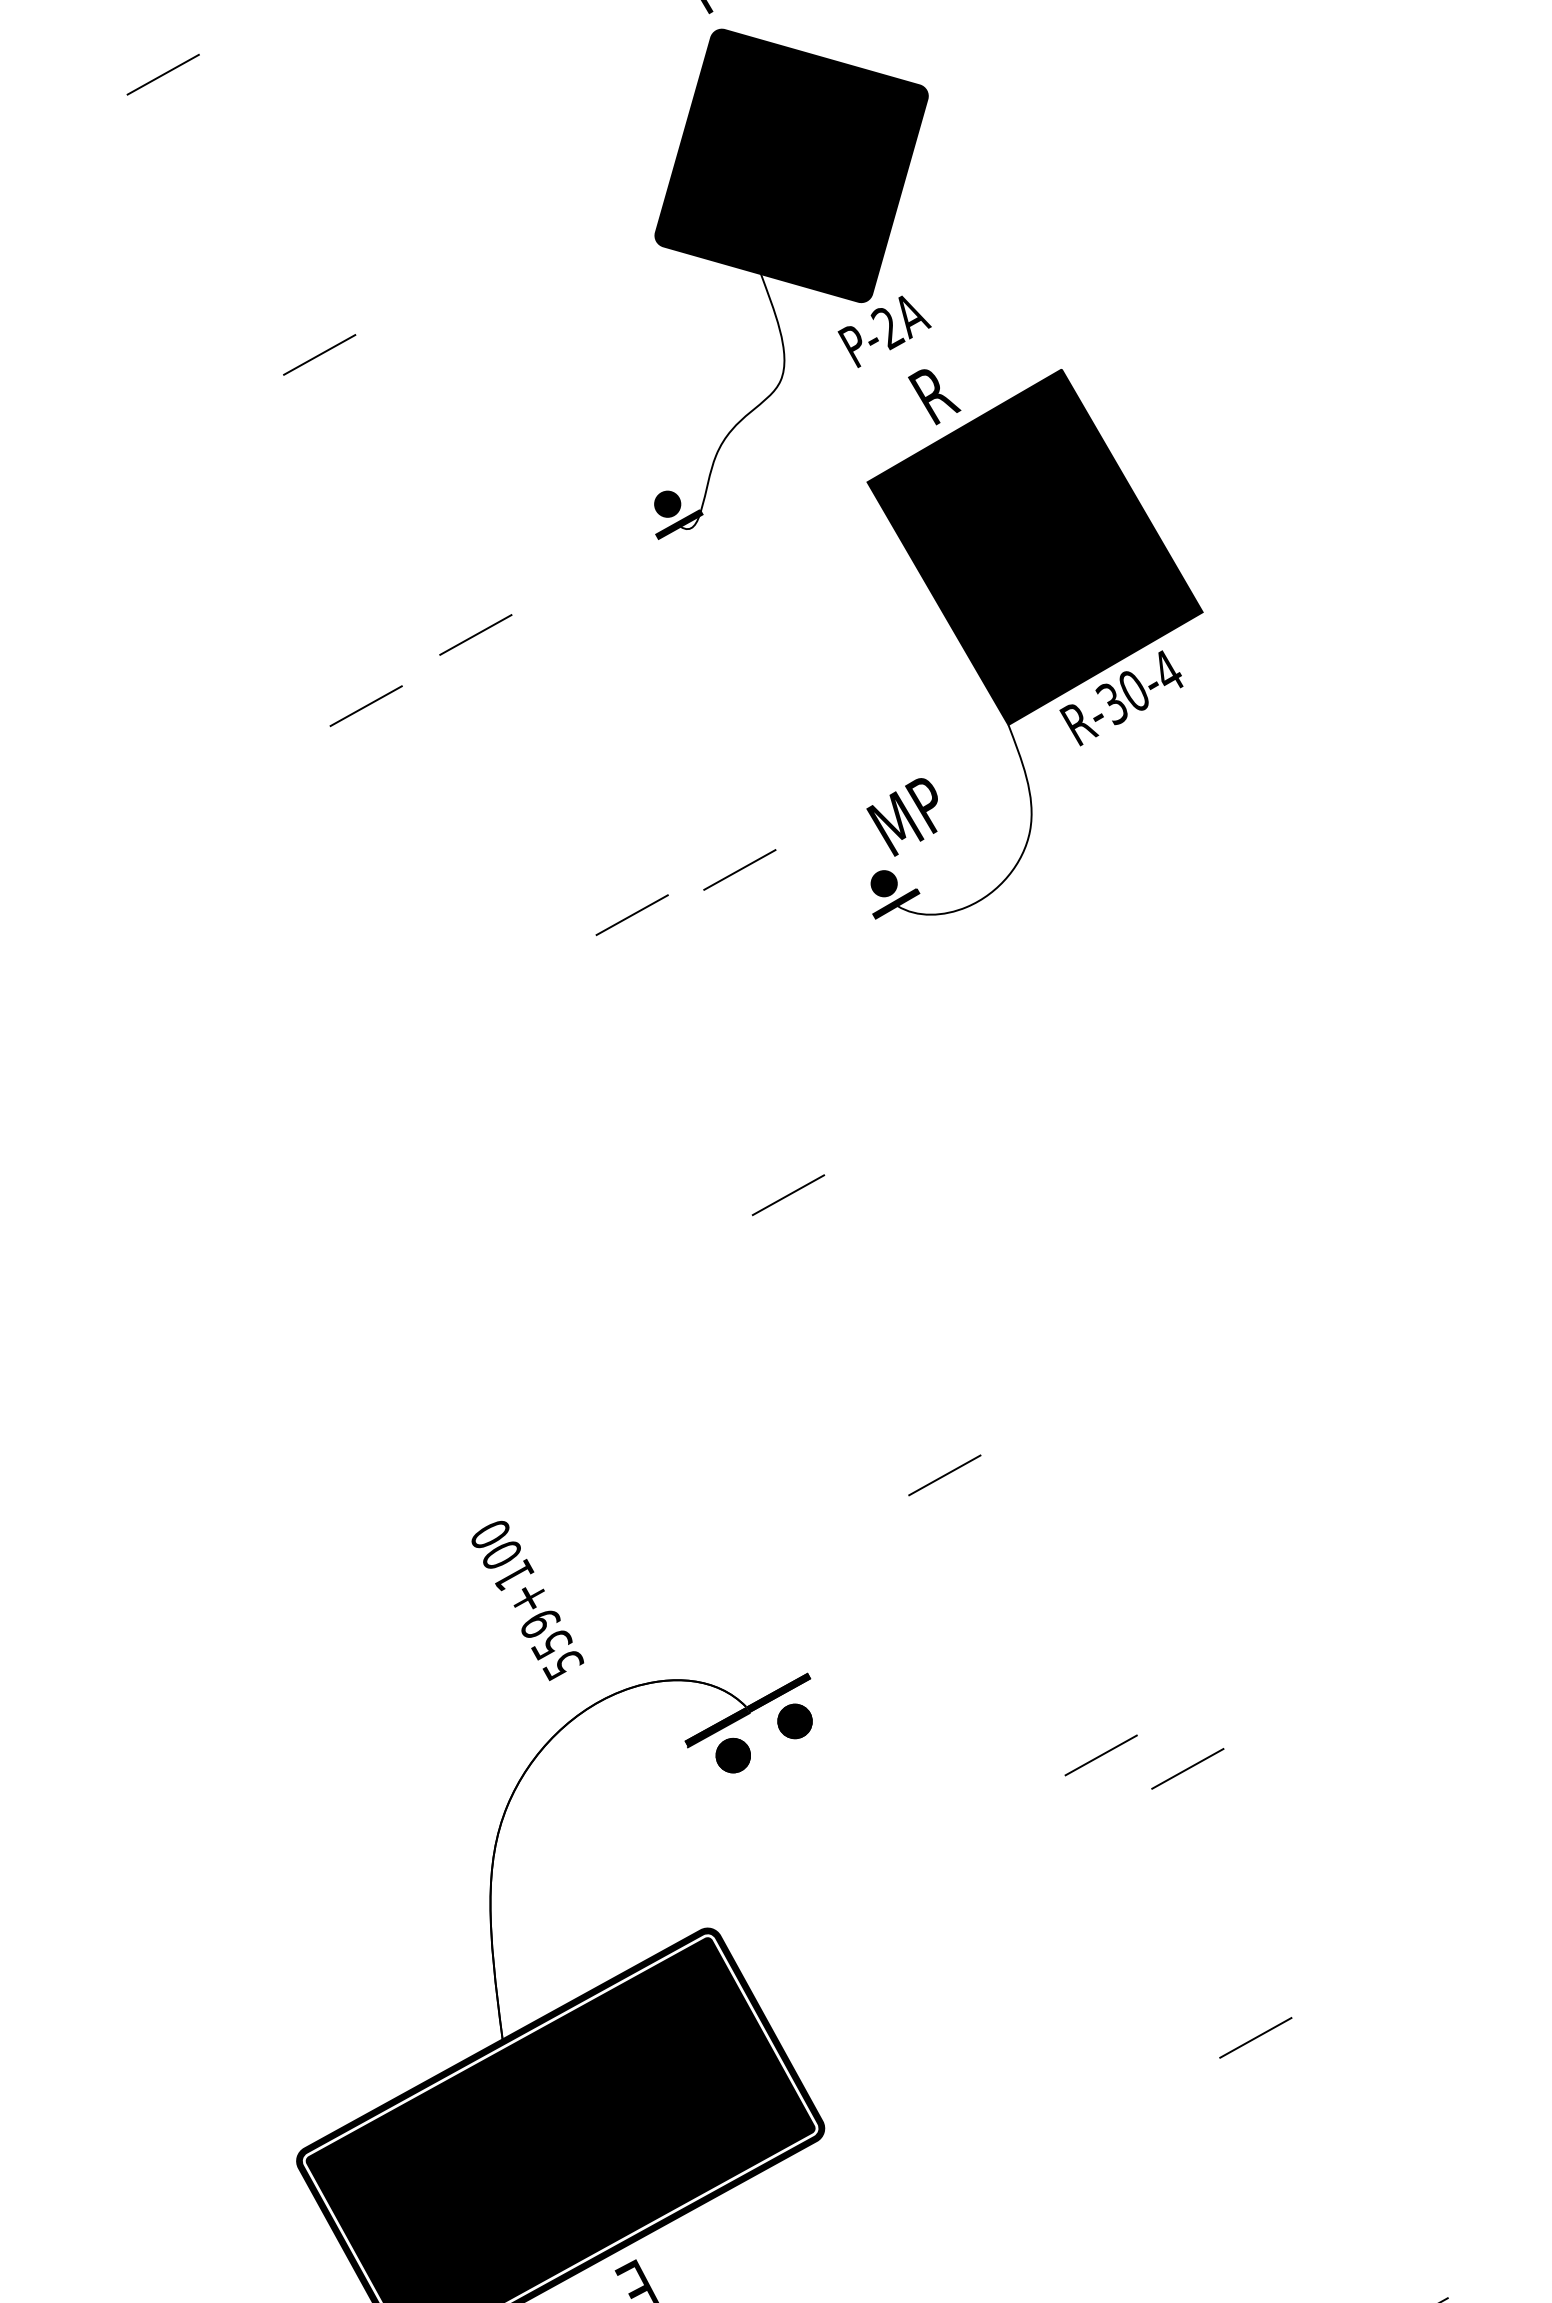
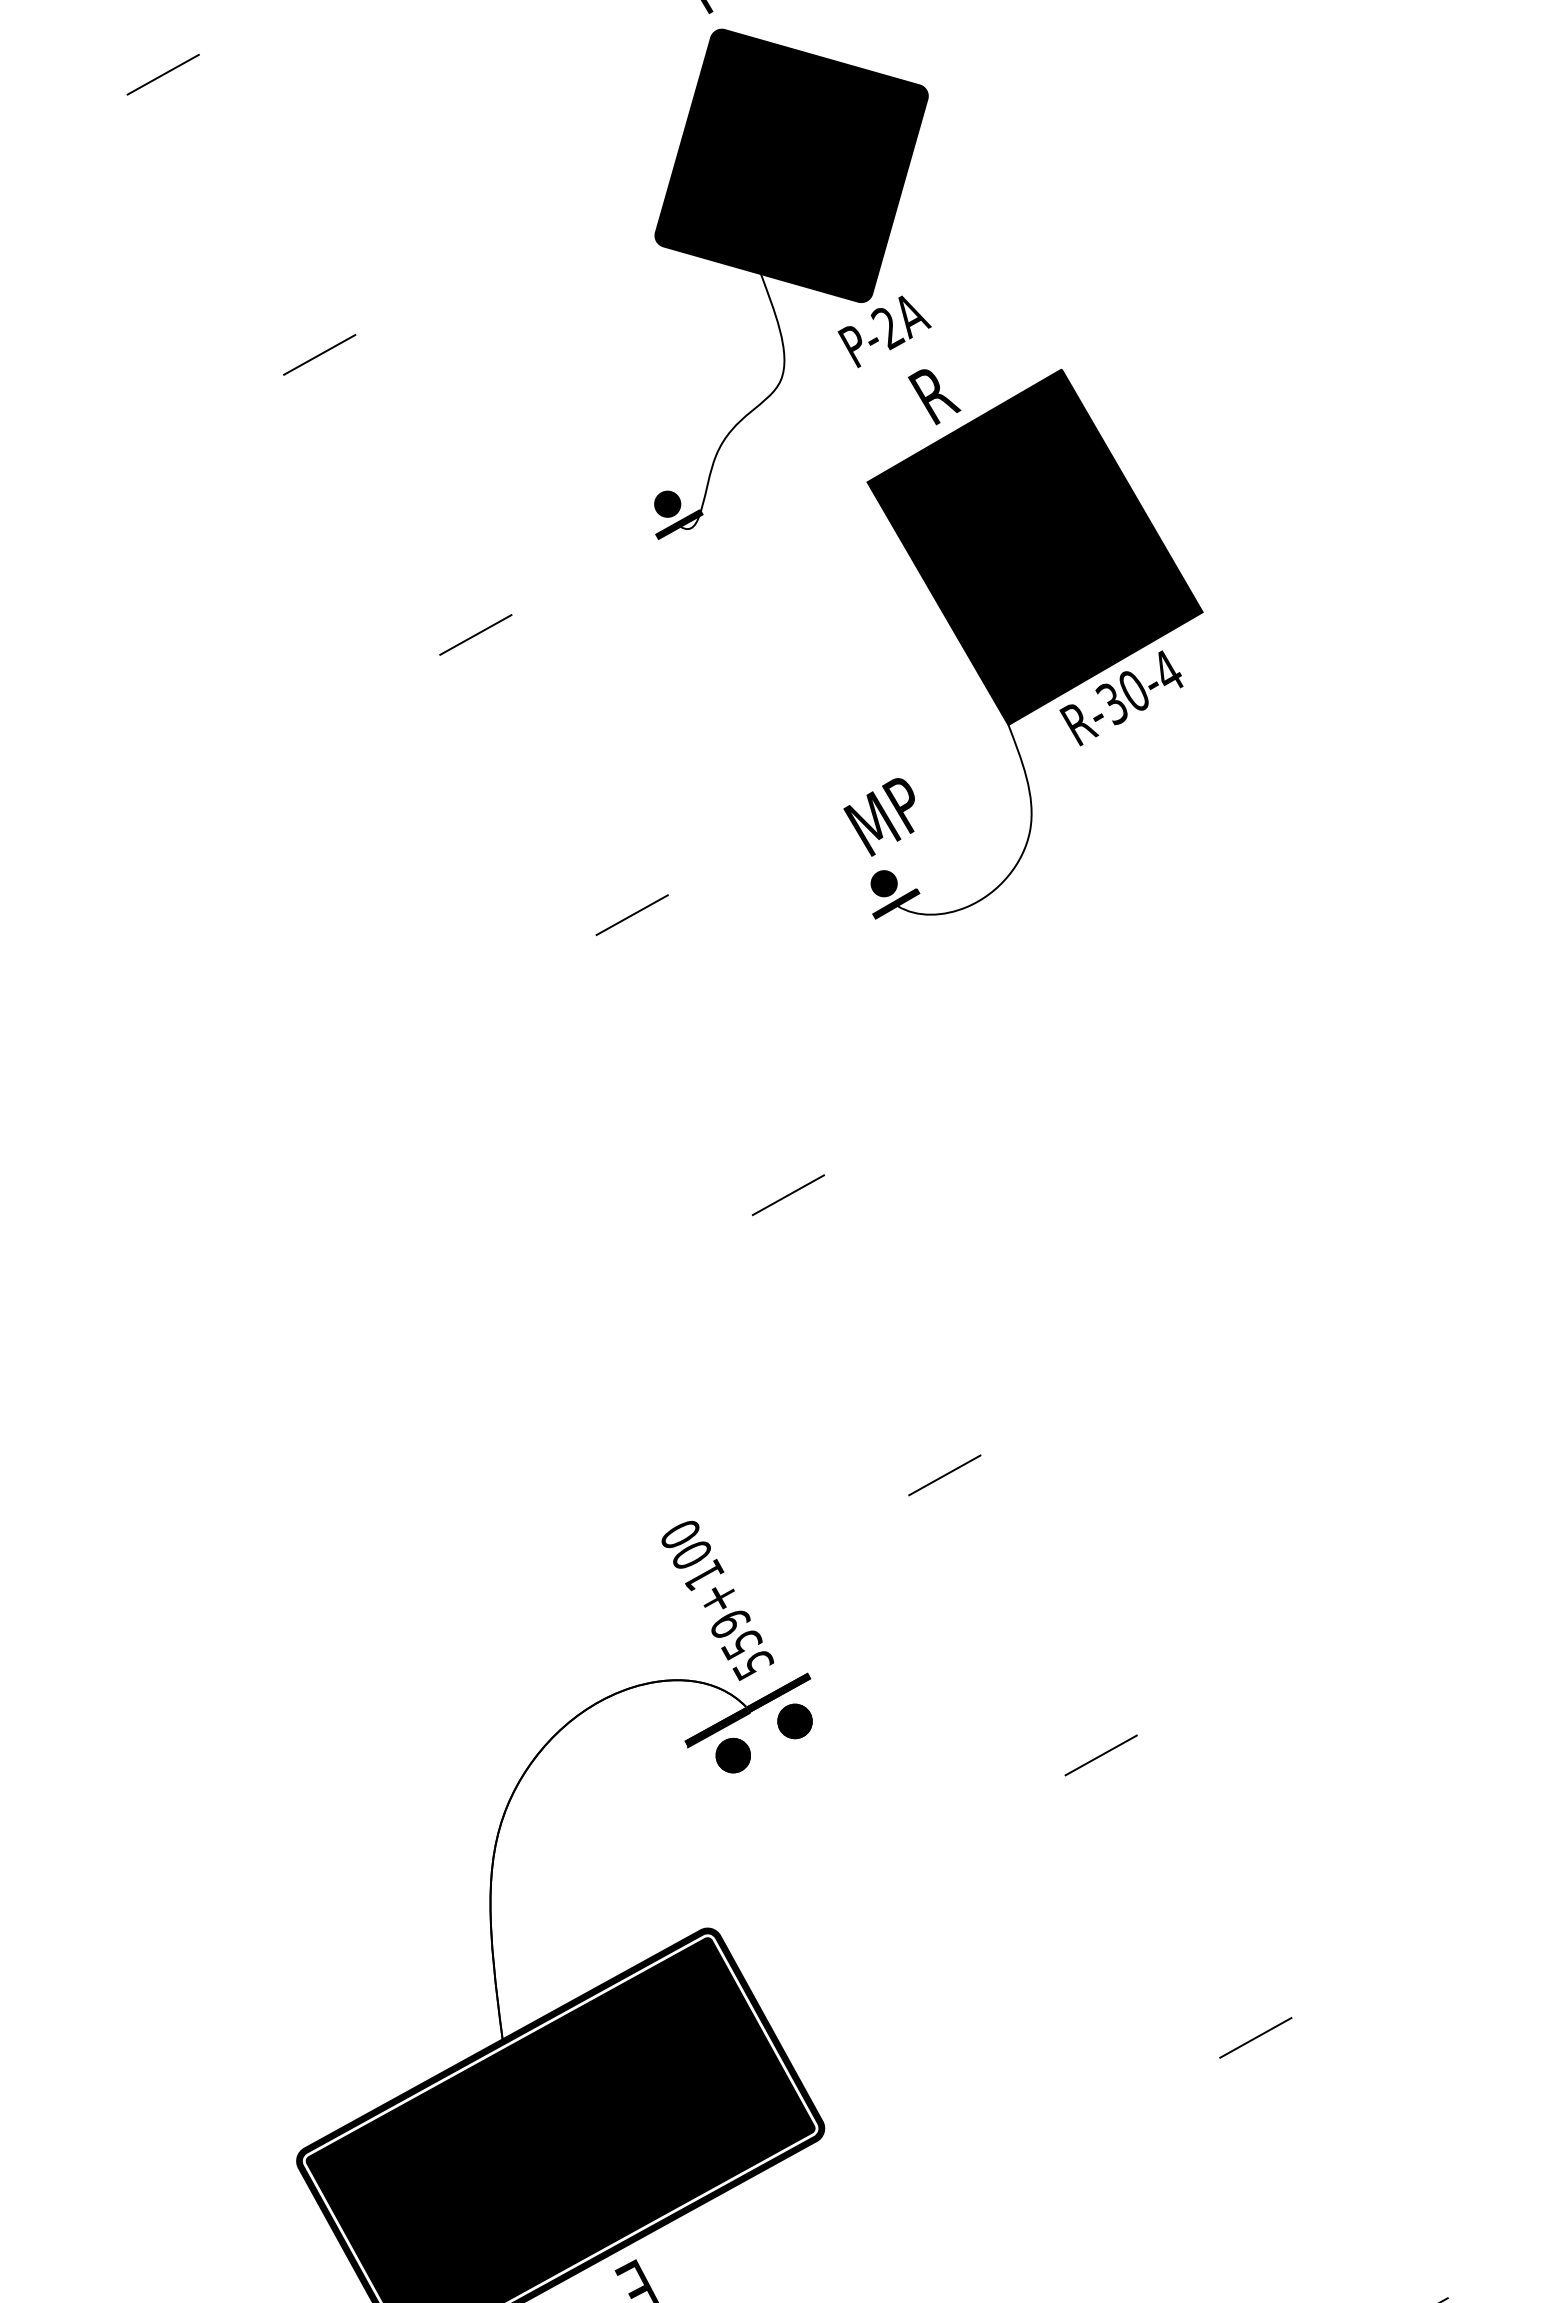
line at (365, 706): present -> none
text at (901, 817) position: (901, 817) -> (878, 817)
line at (739, 869): present -> none
text at (527, 1600) position: (527, 1600) -> (717, 1600)
line at (1187, 1768): present -> none
